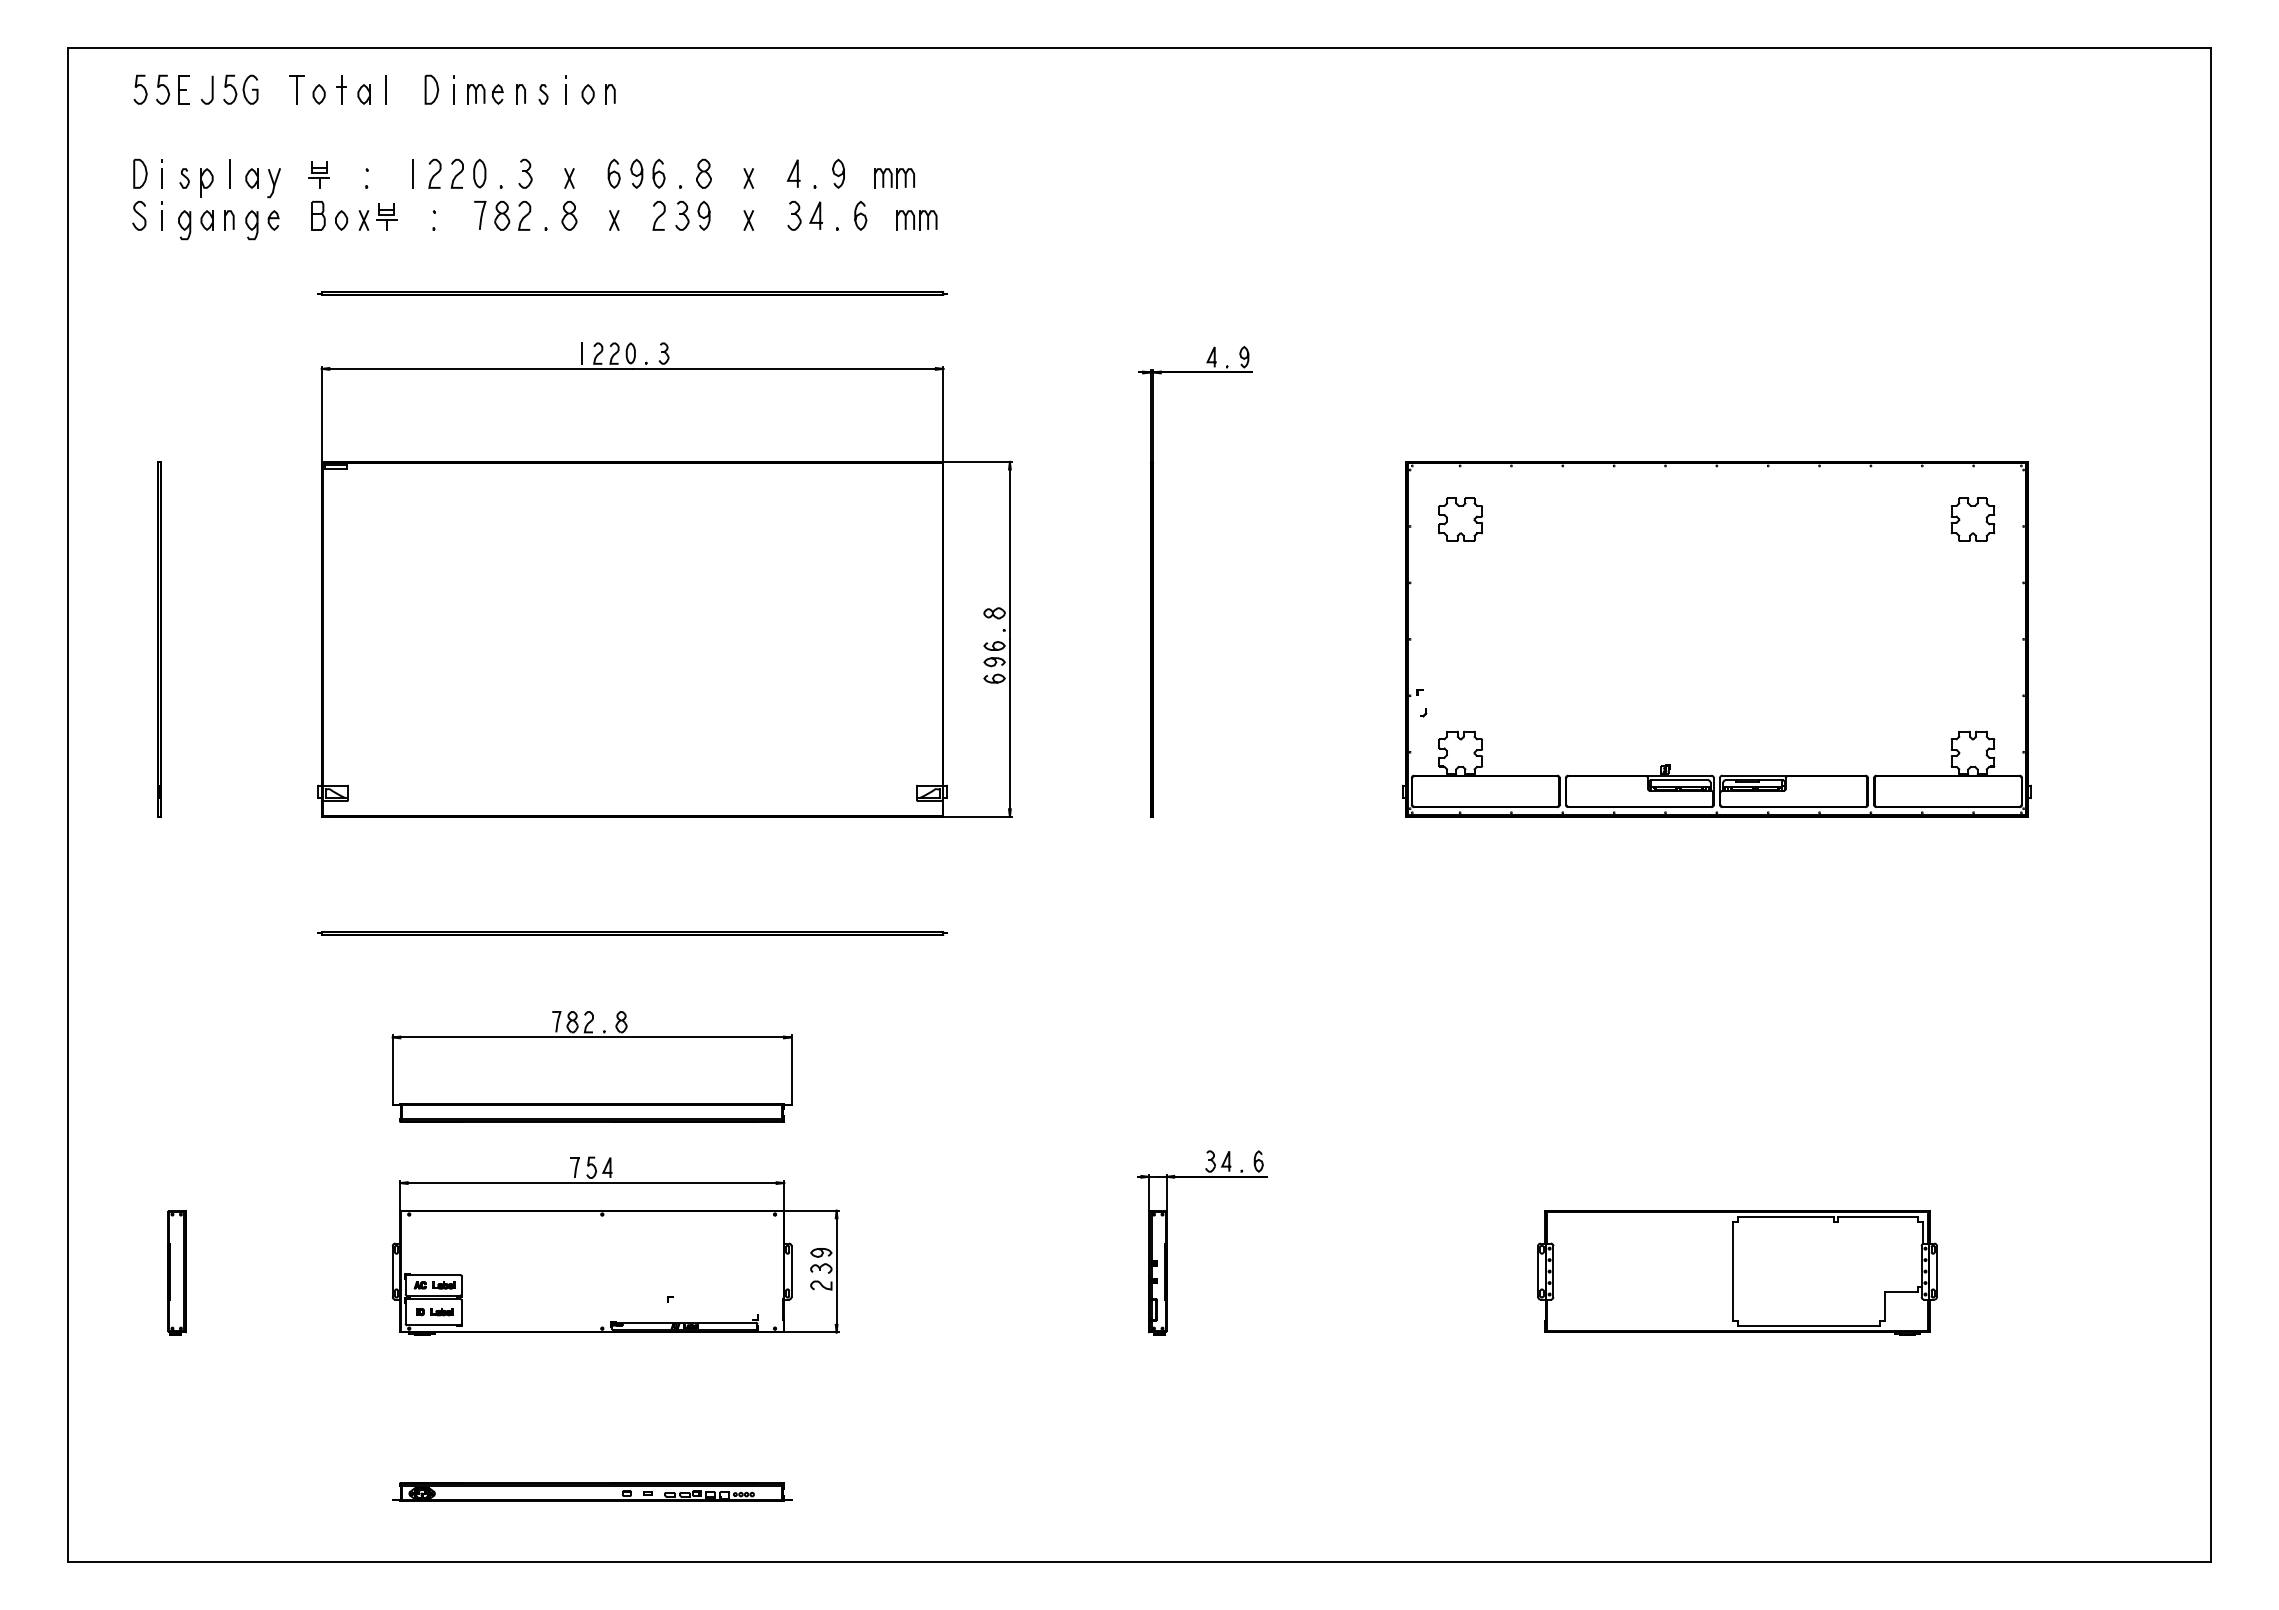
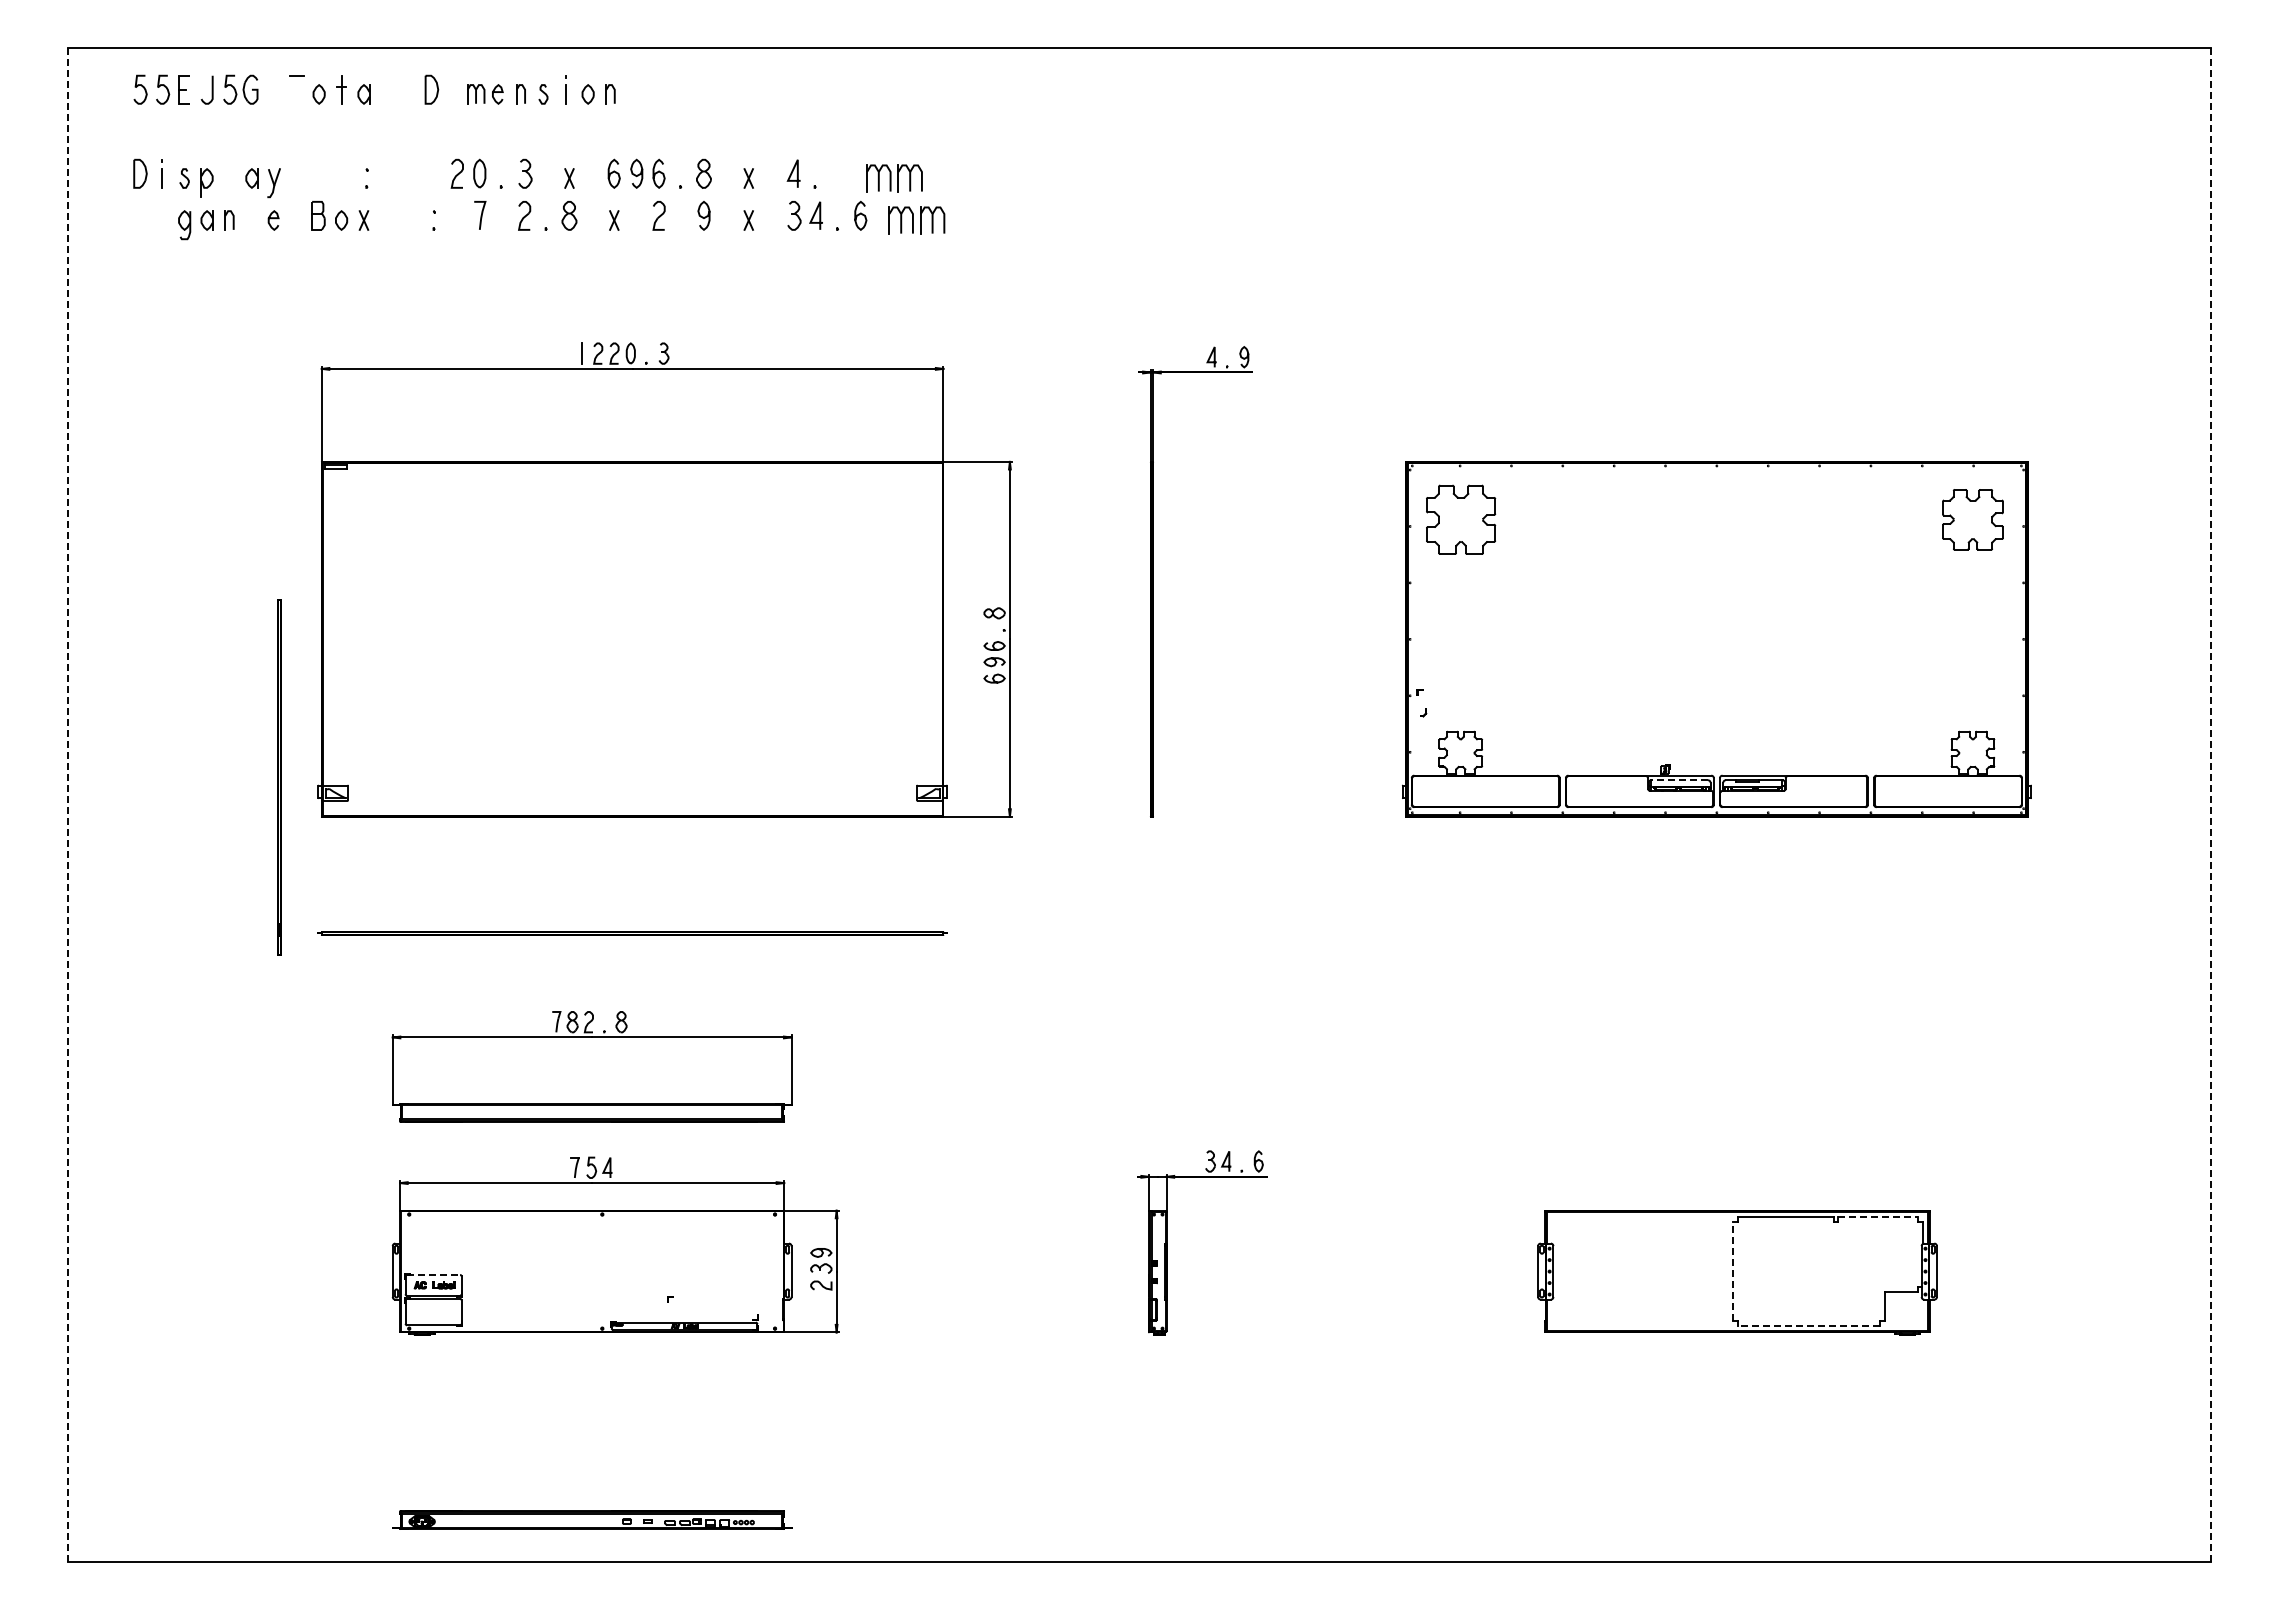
line at (296, 89): present -> none
line at (385, 89): present -> none
line at (453, 89): present -> none
line at (229, 173): present -> none
line at (412, 173): present -> none
curve at (435, 173): present -> none
part at (318, 174): present -> none
curve at (837, 174): present -> none
part at (894, 178) size: 41x21 px -> 57x29 px
curve at (139, 215): present -> none
line at (161, 215): present -> none
part at (502, 215): present -> none
part at (682, 215): present -> none
part at (386, 216): present -> none
part at (916, 220) size: 42x21 px -> 58x29 px
part at (251, 225): present -> none
line at (632, 292): present -> none
part at (1460, 519) size: 45x45 px -> 71x71 px
part at (1972, 519) size: 46x45 px -> 62x62 px
line at (158, 639) position: (158, 639) -> (278, 777)
line at (1679, 780): solid -> dashed
line at (68, 805): solid -> dashed
line at (2210, 805): solid -> dashed
line at (1878, 1217): solid -> dashed
line at (1732, 1271): solid -> dashed
part at (176, 1272): present -> none
line at (434, 1274): solid -> dashed
part at (434, 1312): present -> none
line at (1808, 1326): solid -> dashed
part at (592, 1491) position: (592, 1491) -> (592, 1519)
